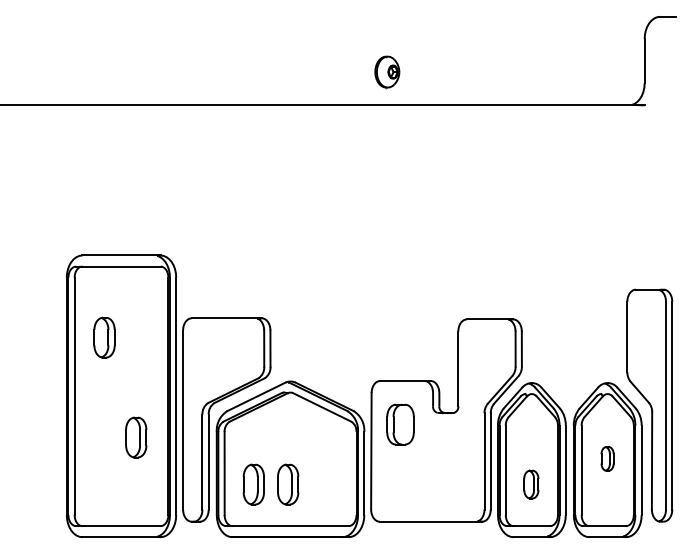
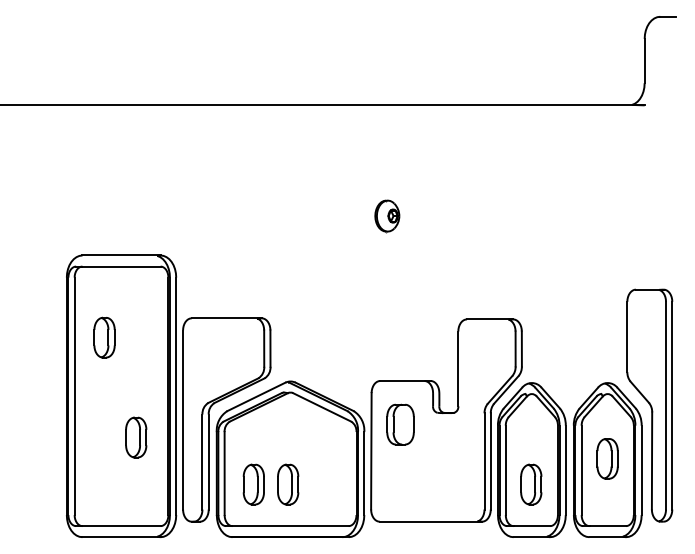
part at (387, 72) position: (387, 72) -> (387, 216)
part at (607, 458) size: 15x26 px -> 23x42 px
part at (531, 484) size: 17x31 px -> 23x43 px
